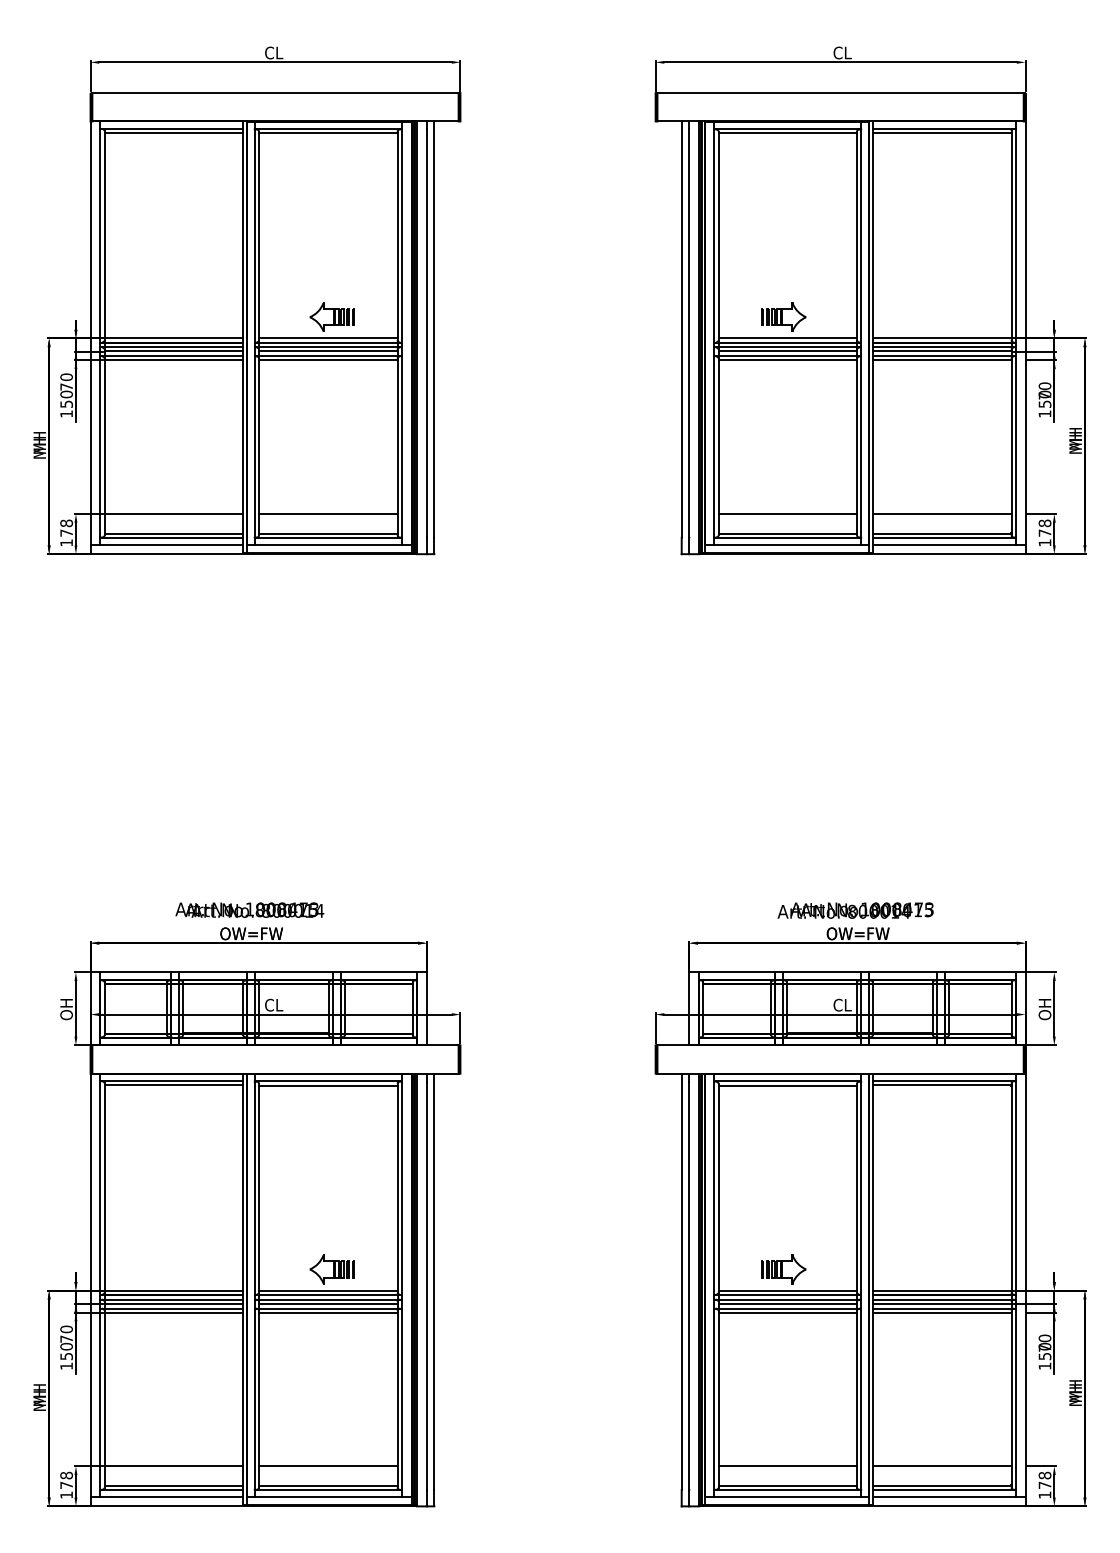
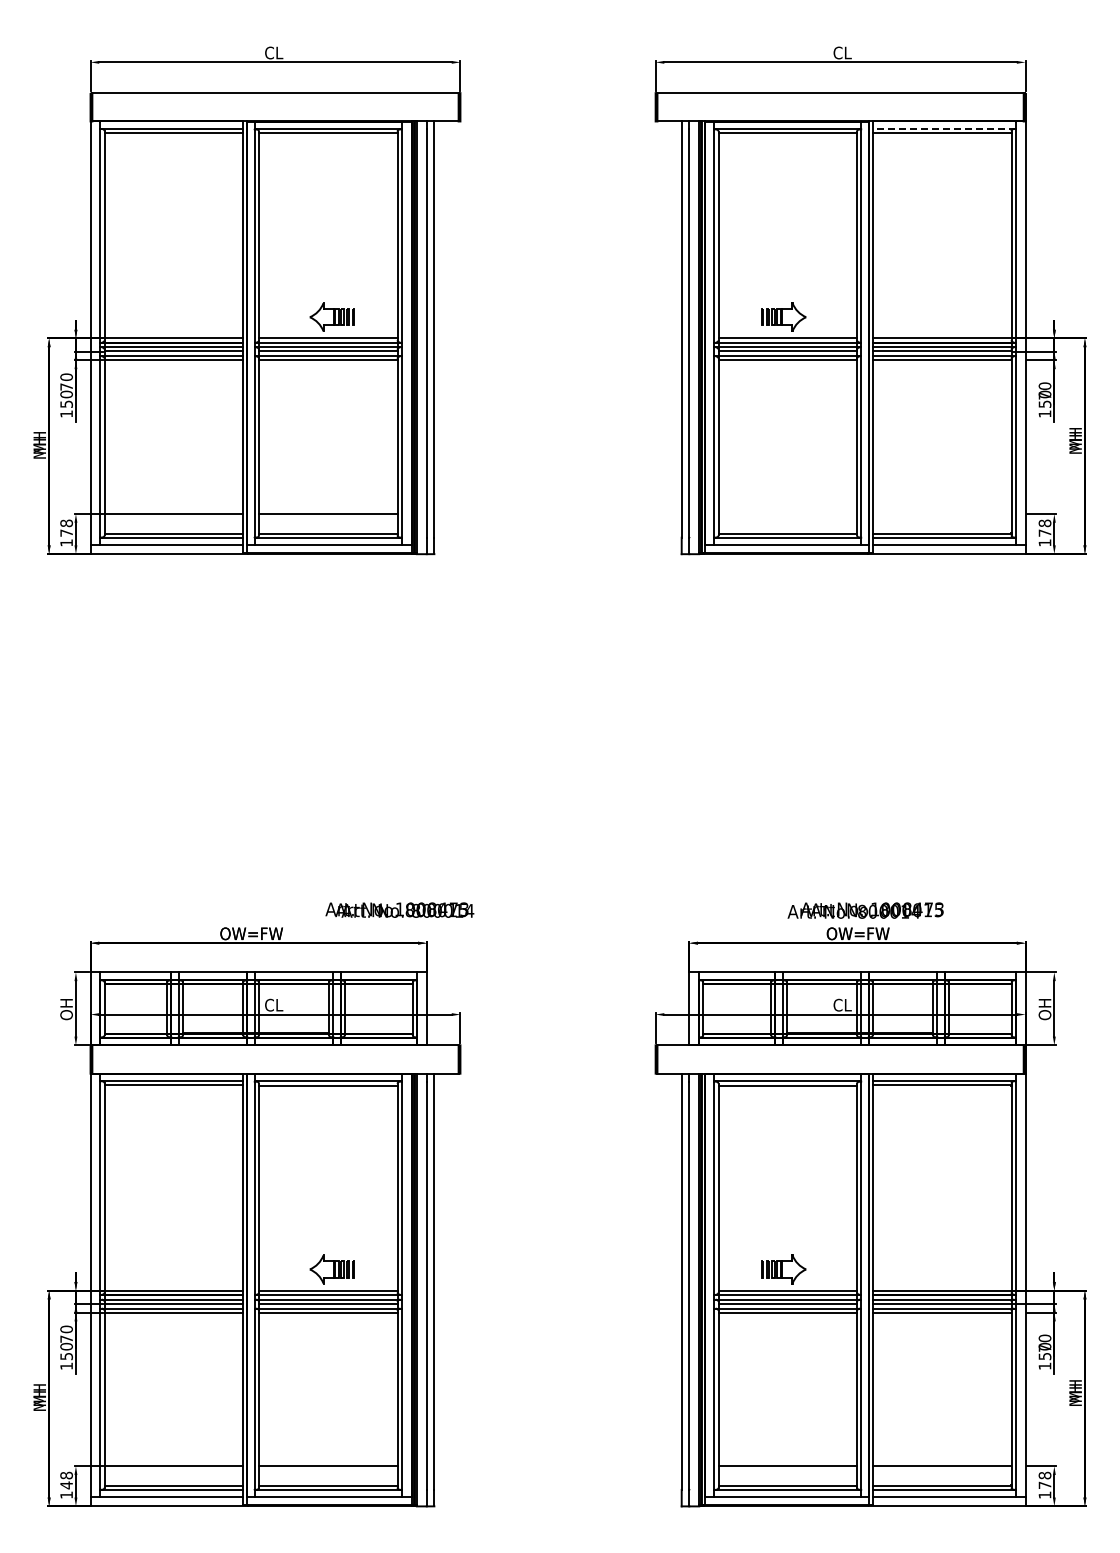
line at (943, 128): solid -> dashed
line at (787, 514): present -> none
line at (941, 514): present -> none
text at (249, 909) position: (249, 909) -> (399, 909)
text at (855, 910) position: (855, 910) -> (865, 910)
text at (66, 1485): 178 -> 148
